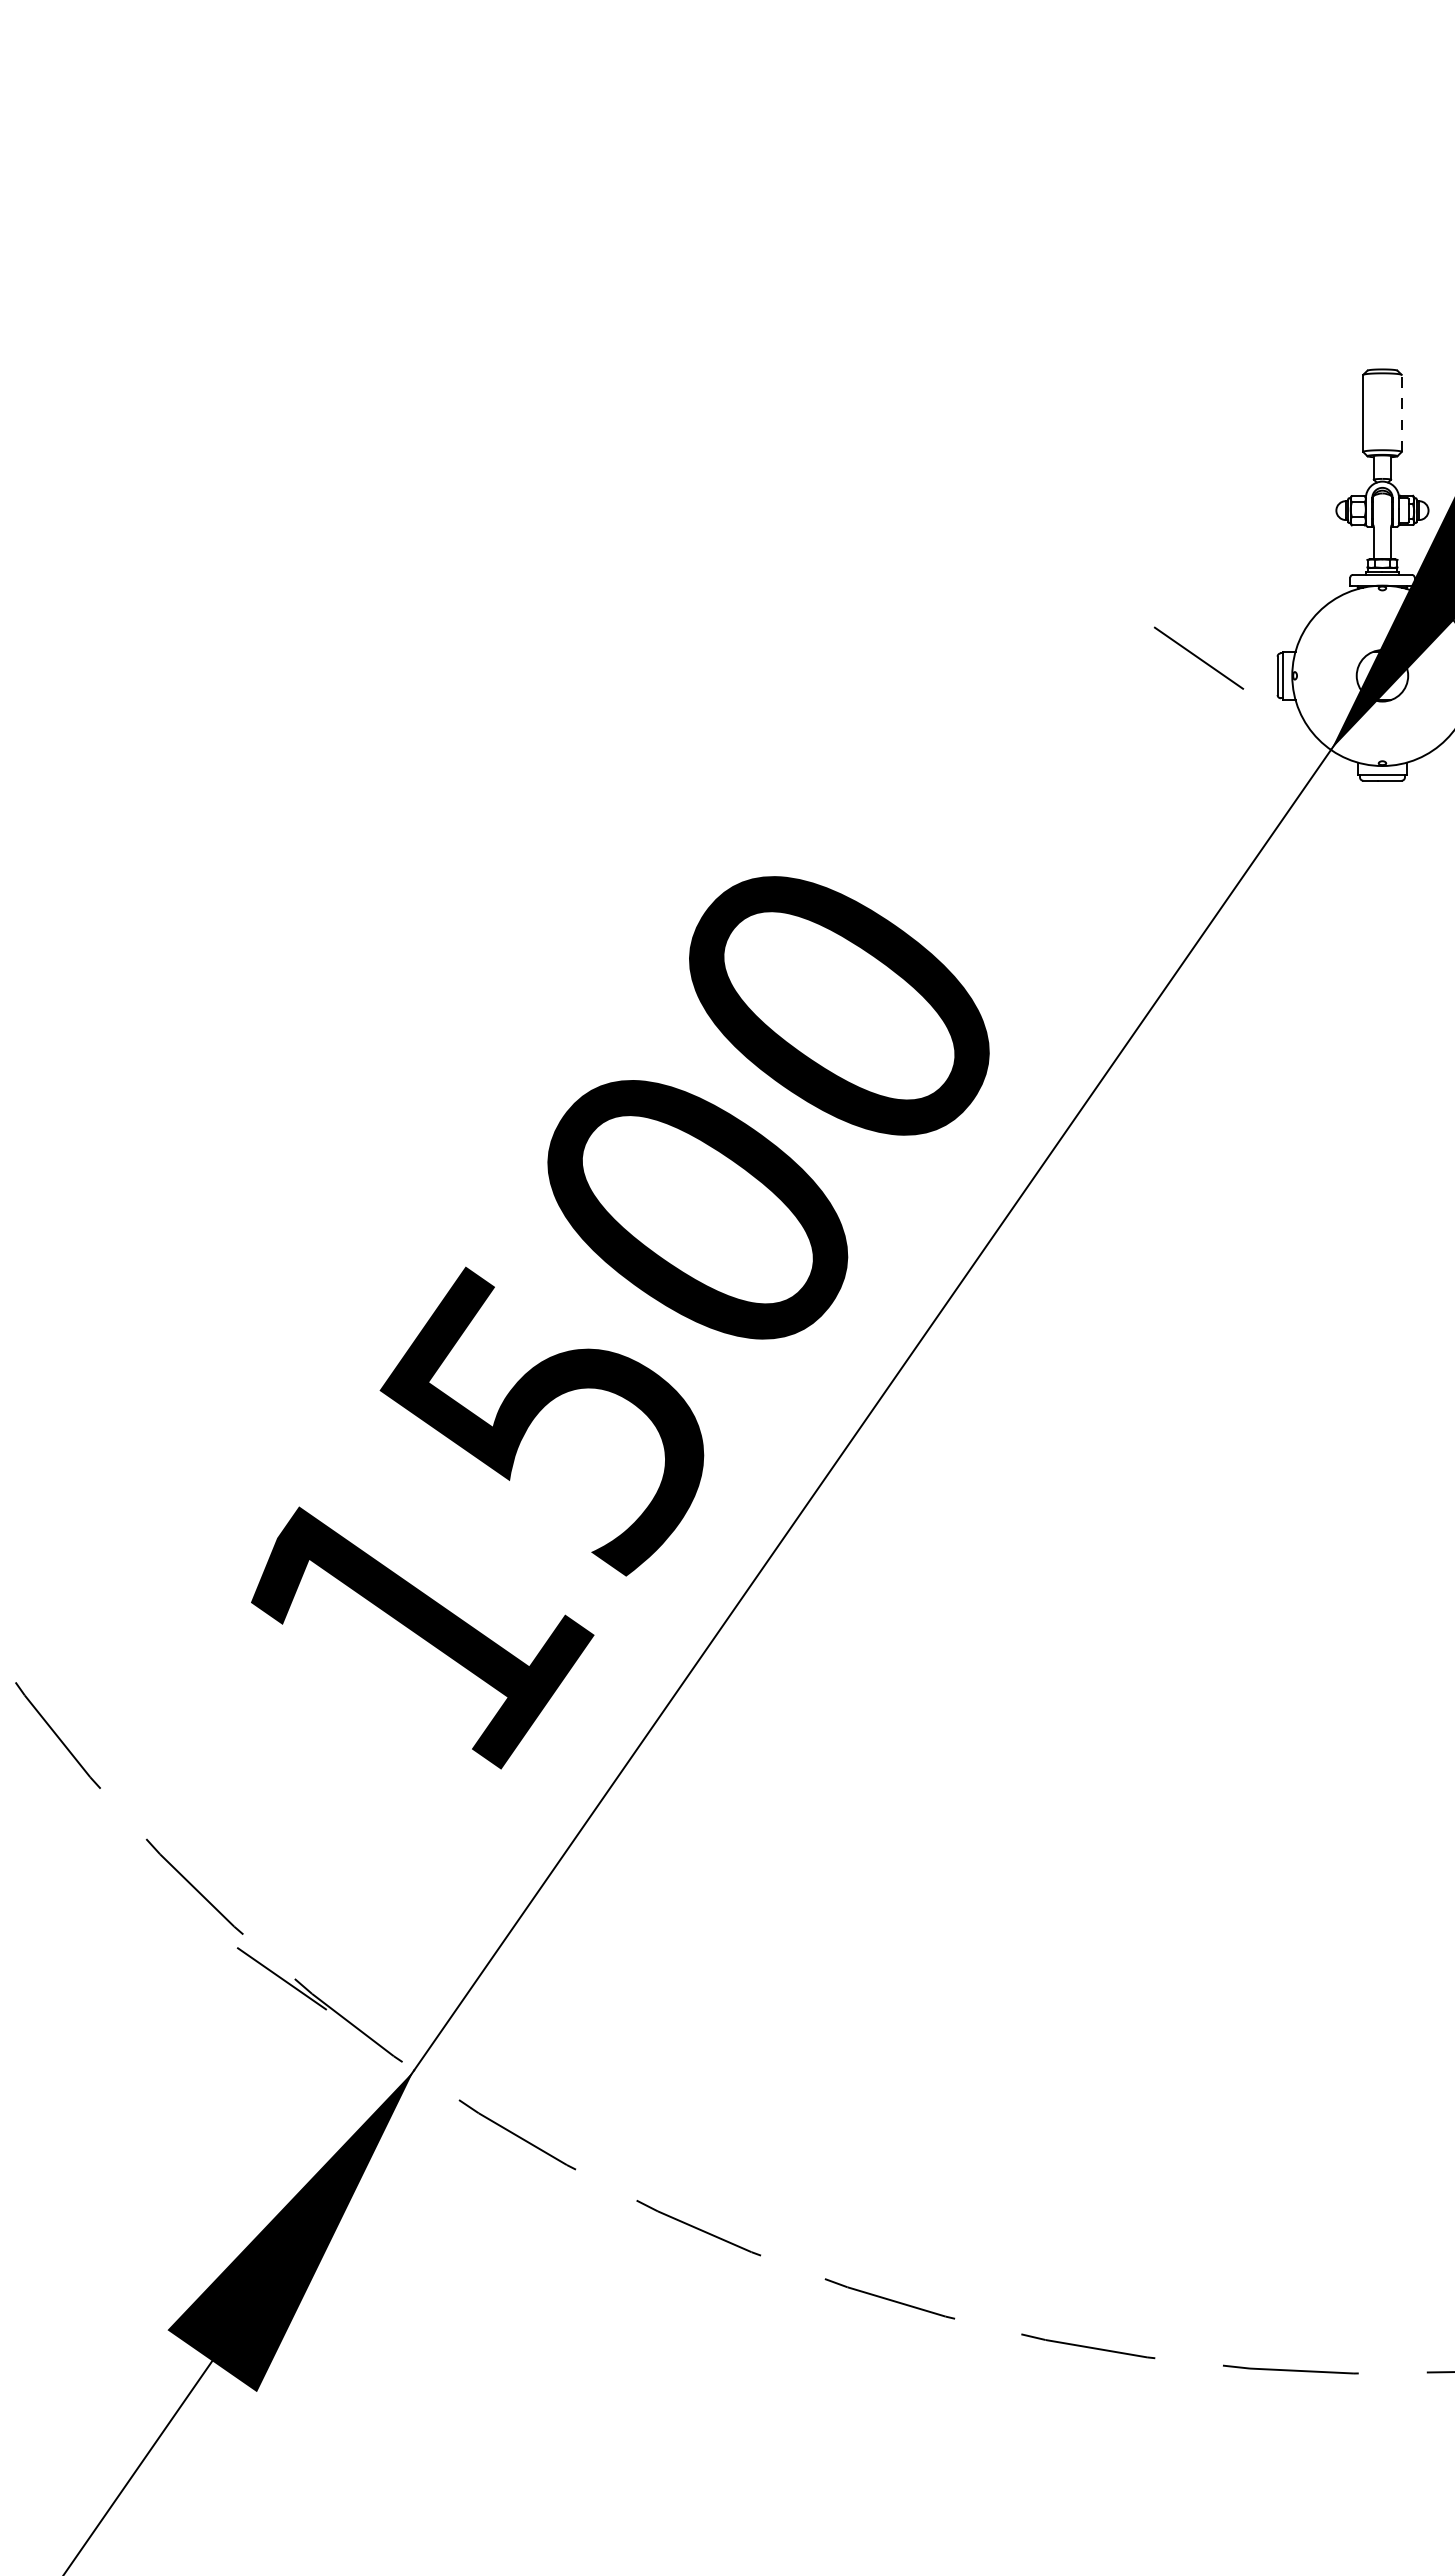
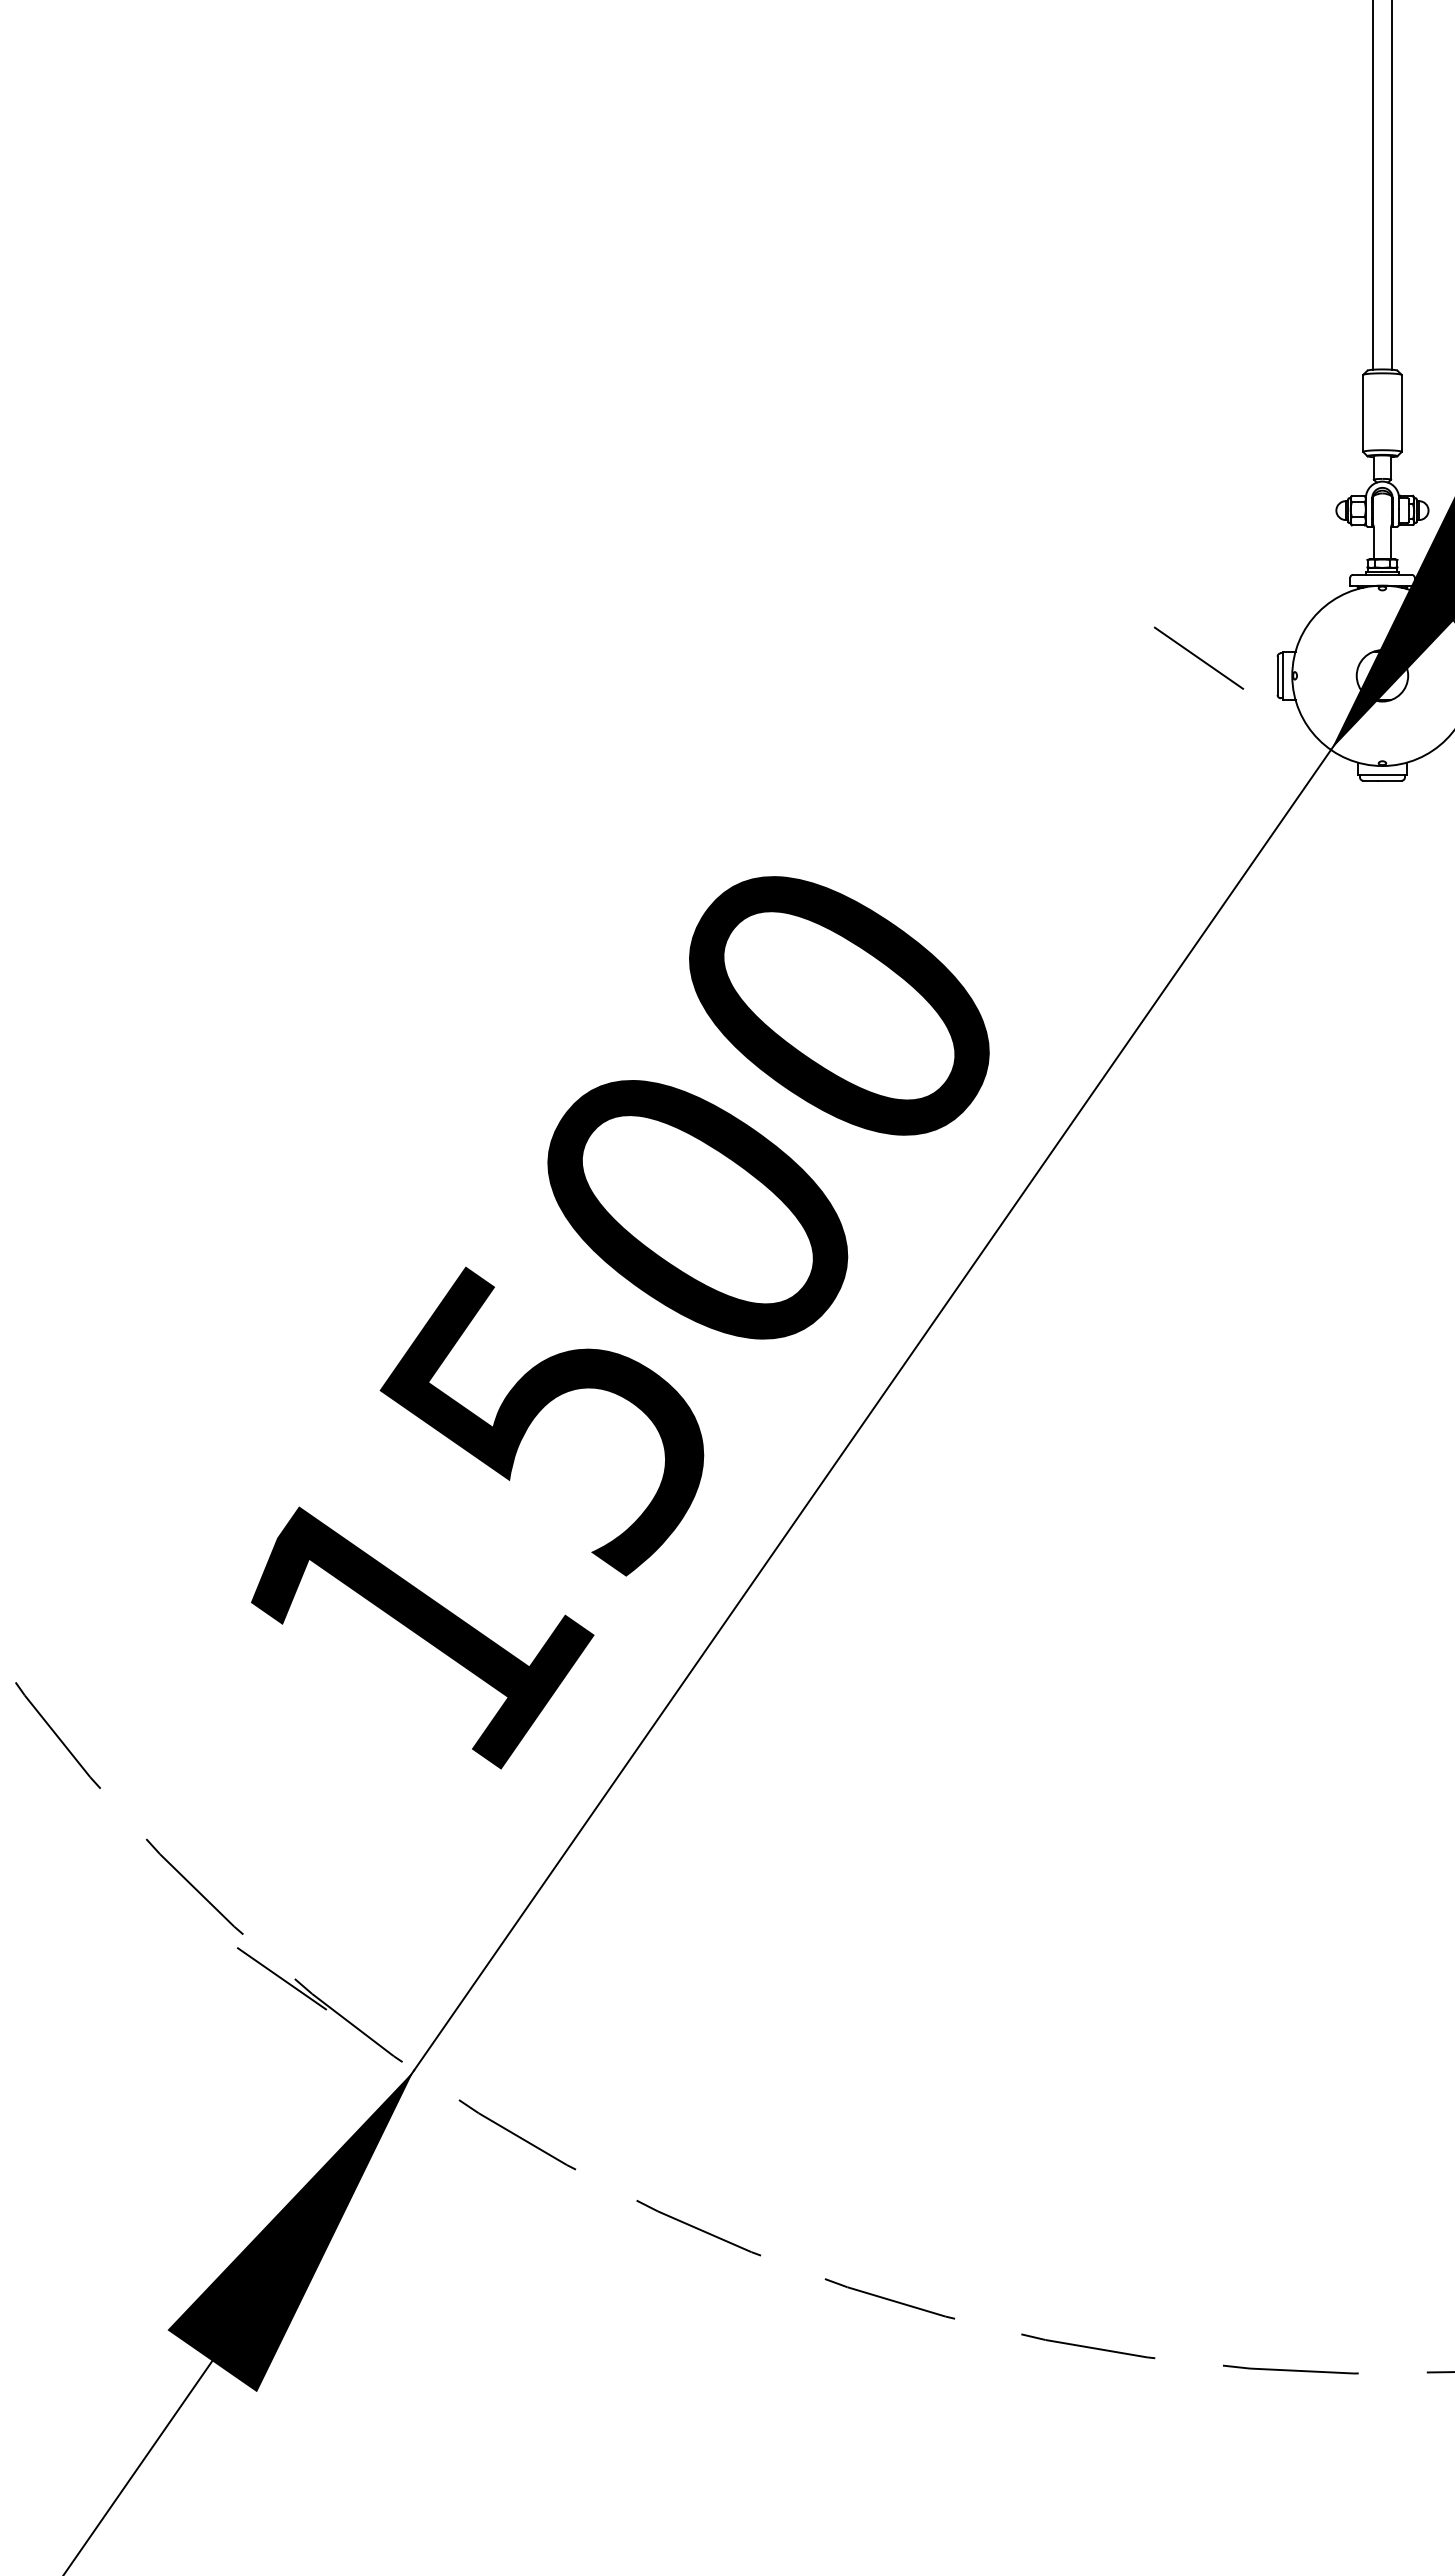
line at (1372, 185): none -> present
line at (1392, 185): none -> present
line at (1401, 412): dashed -> solid
